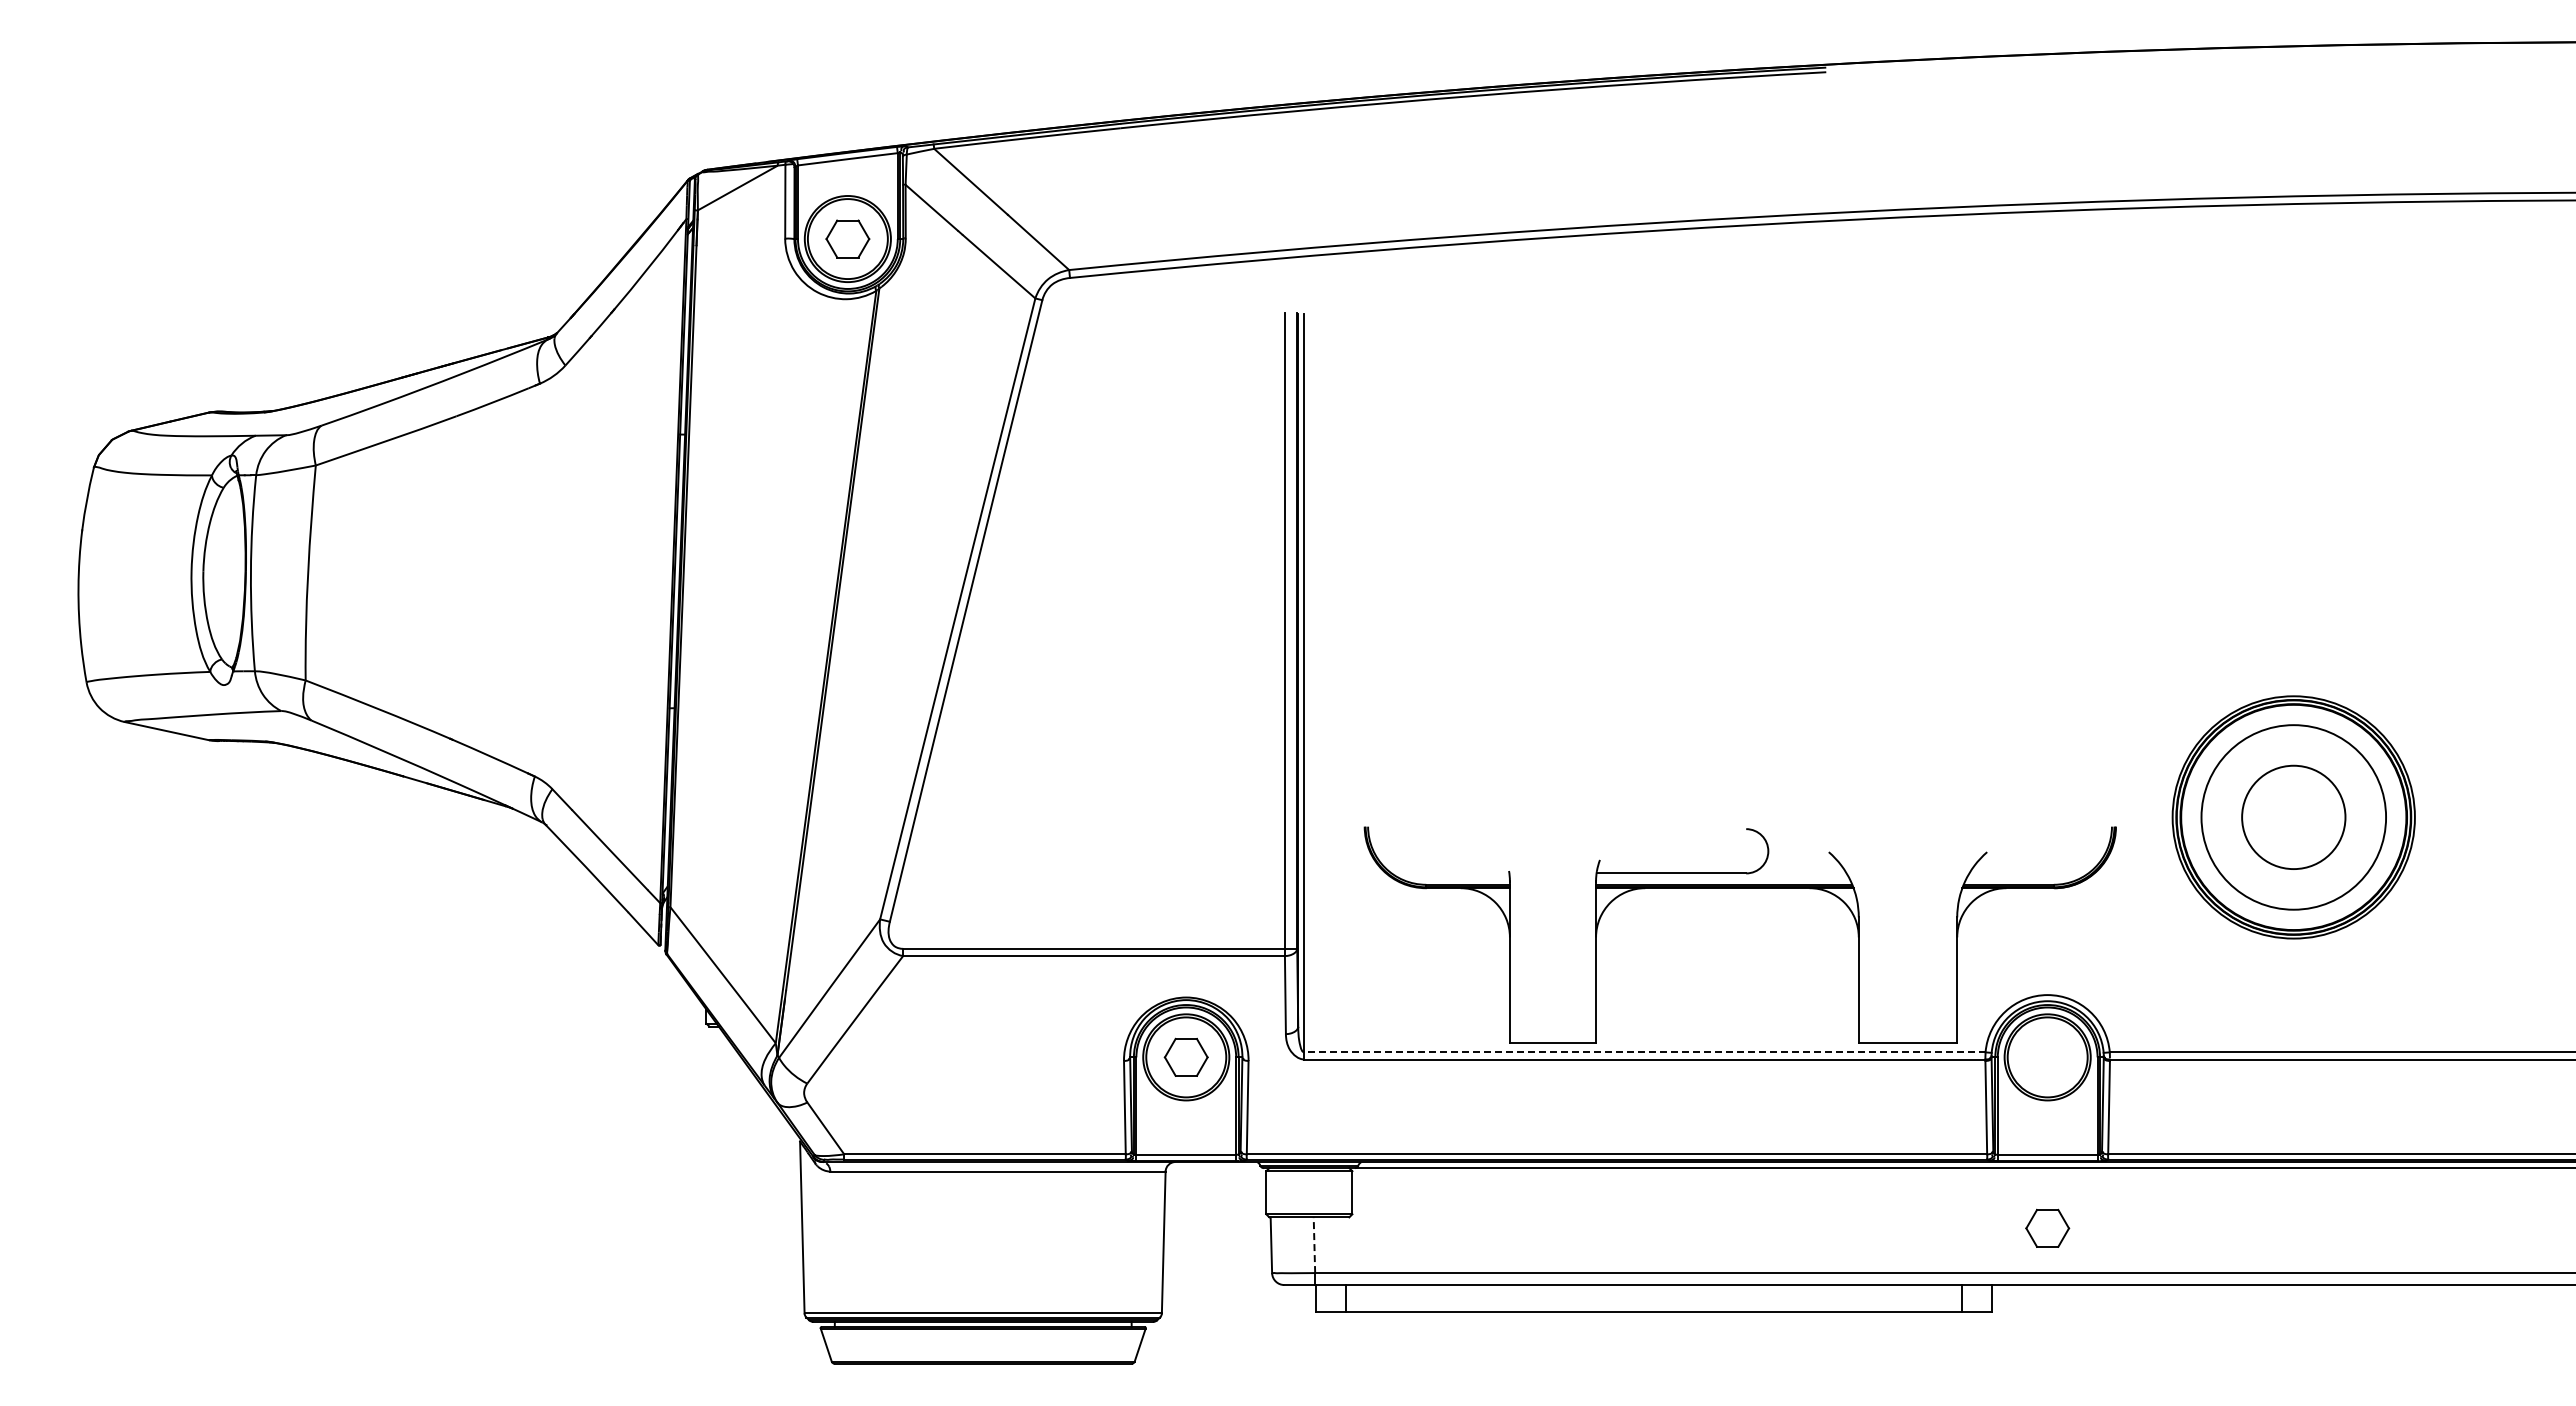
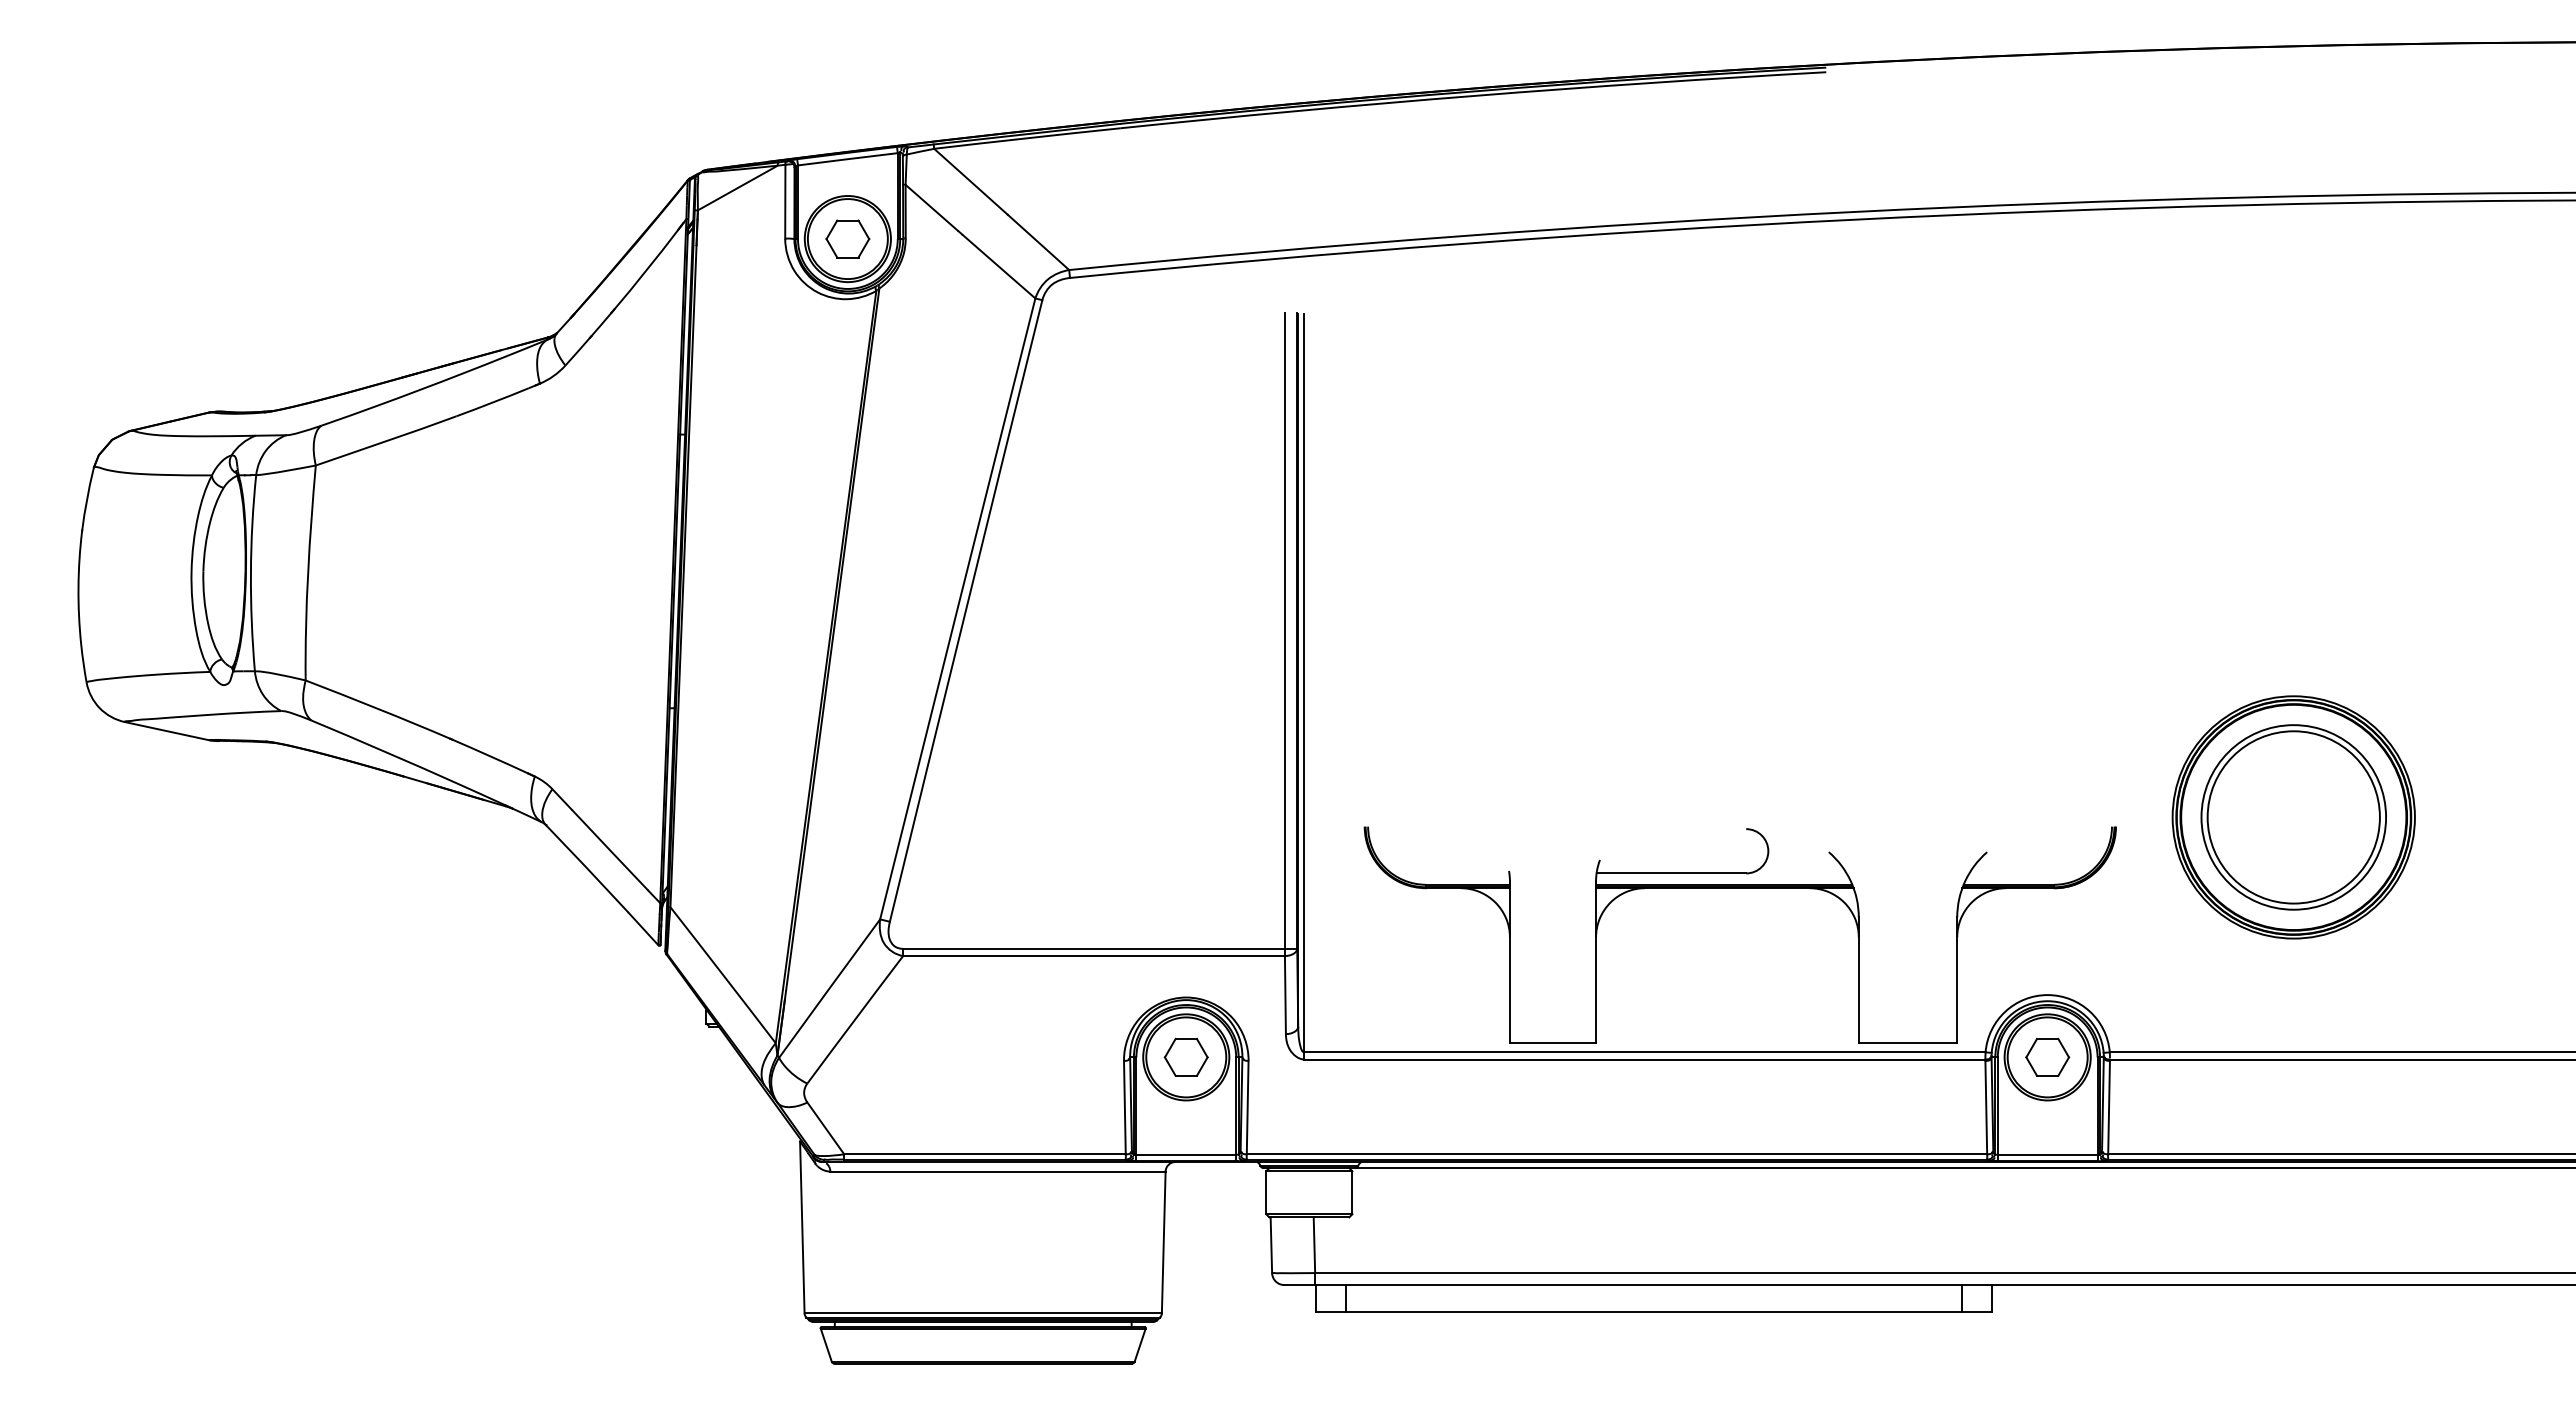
circle at (2293, 817) diameter: 103 px -> 172 px
line at (1644, 1052): dashed -> solid
part at (2047, 1227) position: (2047, 1227) -> (2047, 1056)
line at (1314, 1245): dashed -> solid
